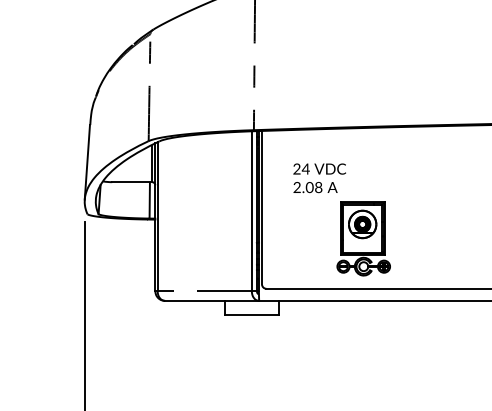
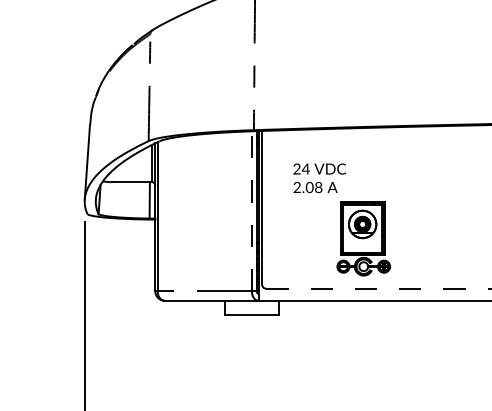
line at (251, 211): solid -> dashed
line at (379, 288): solid -> dashed
